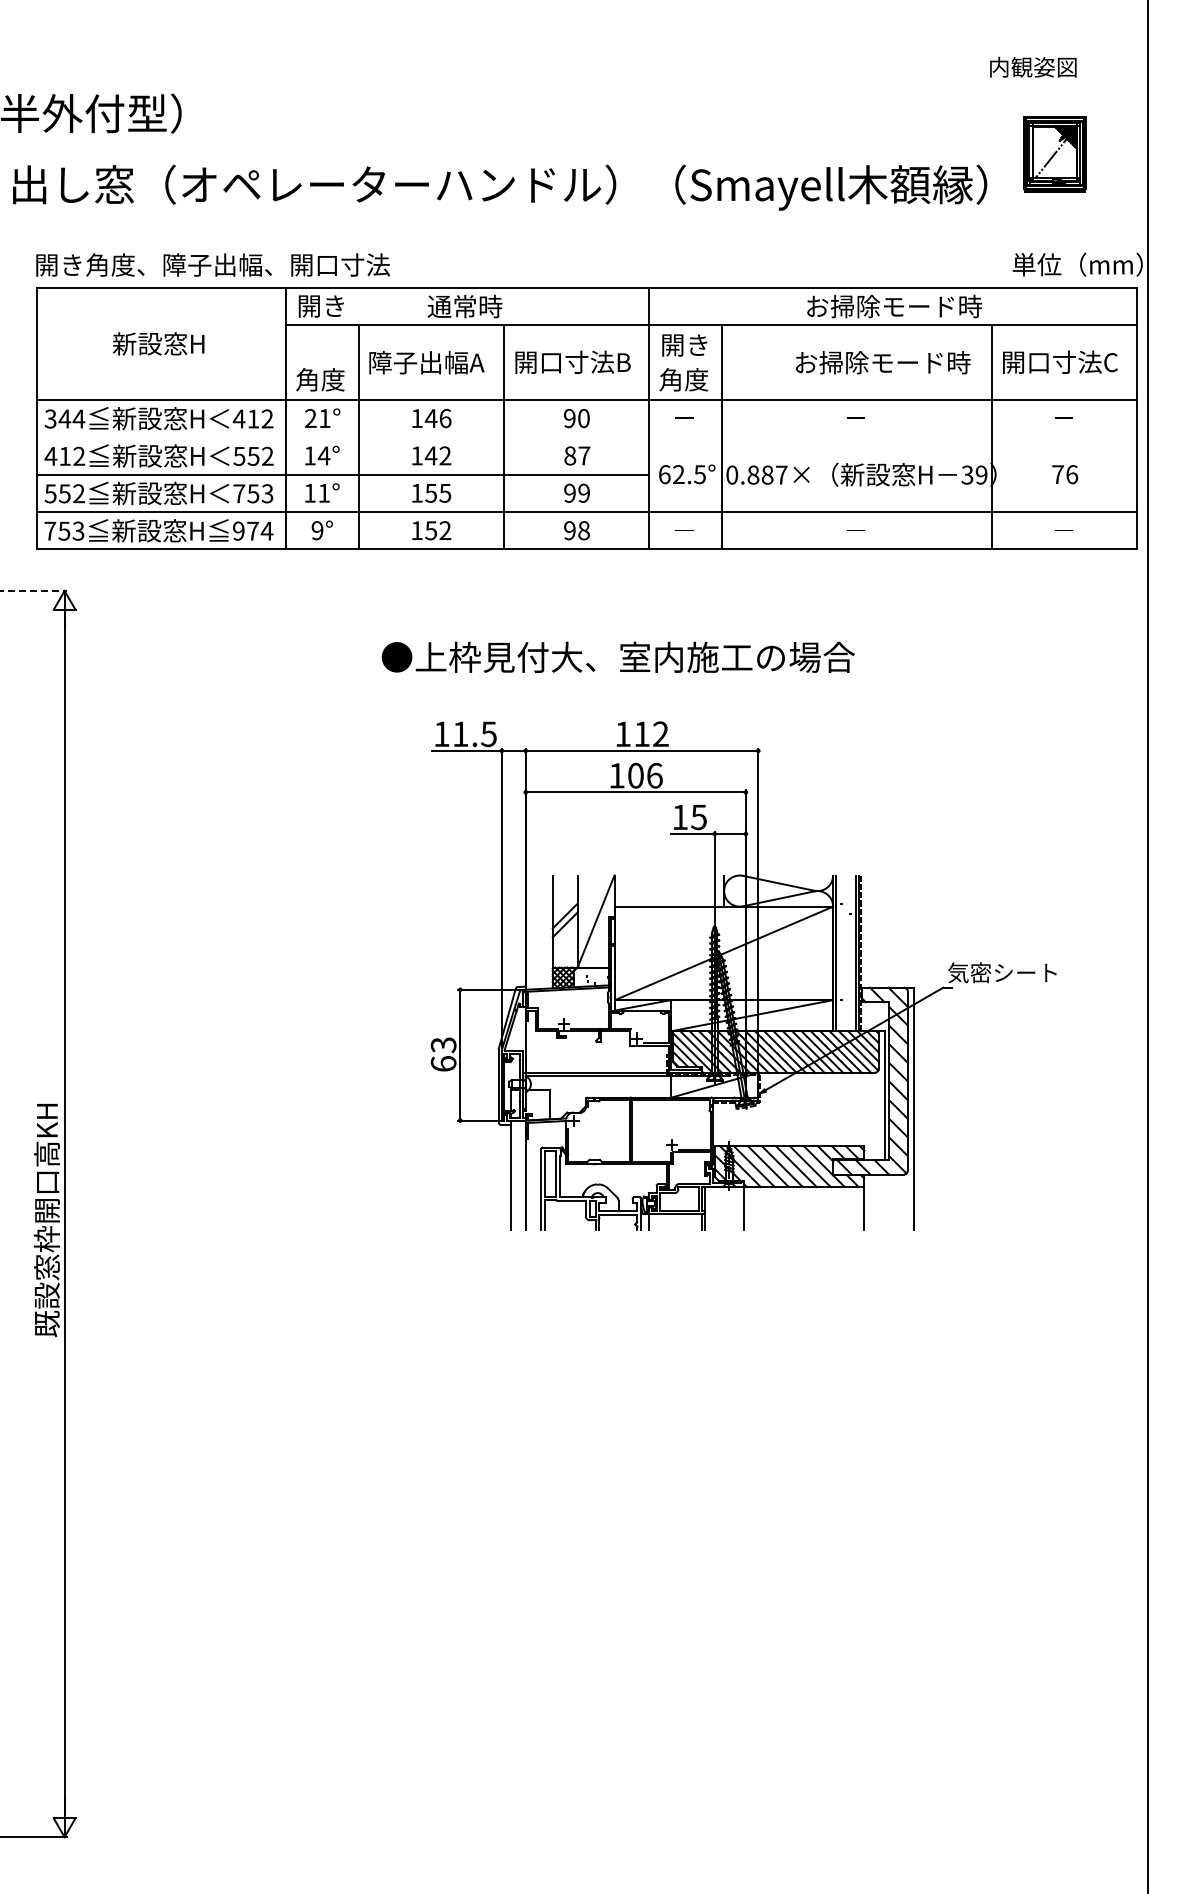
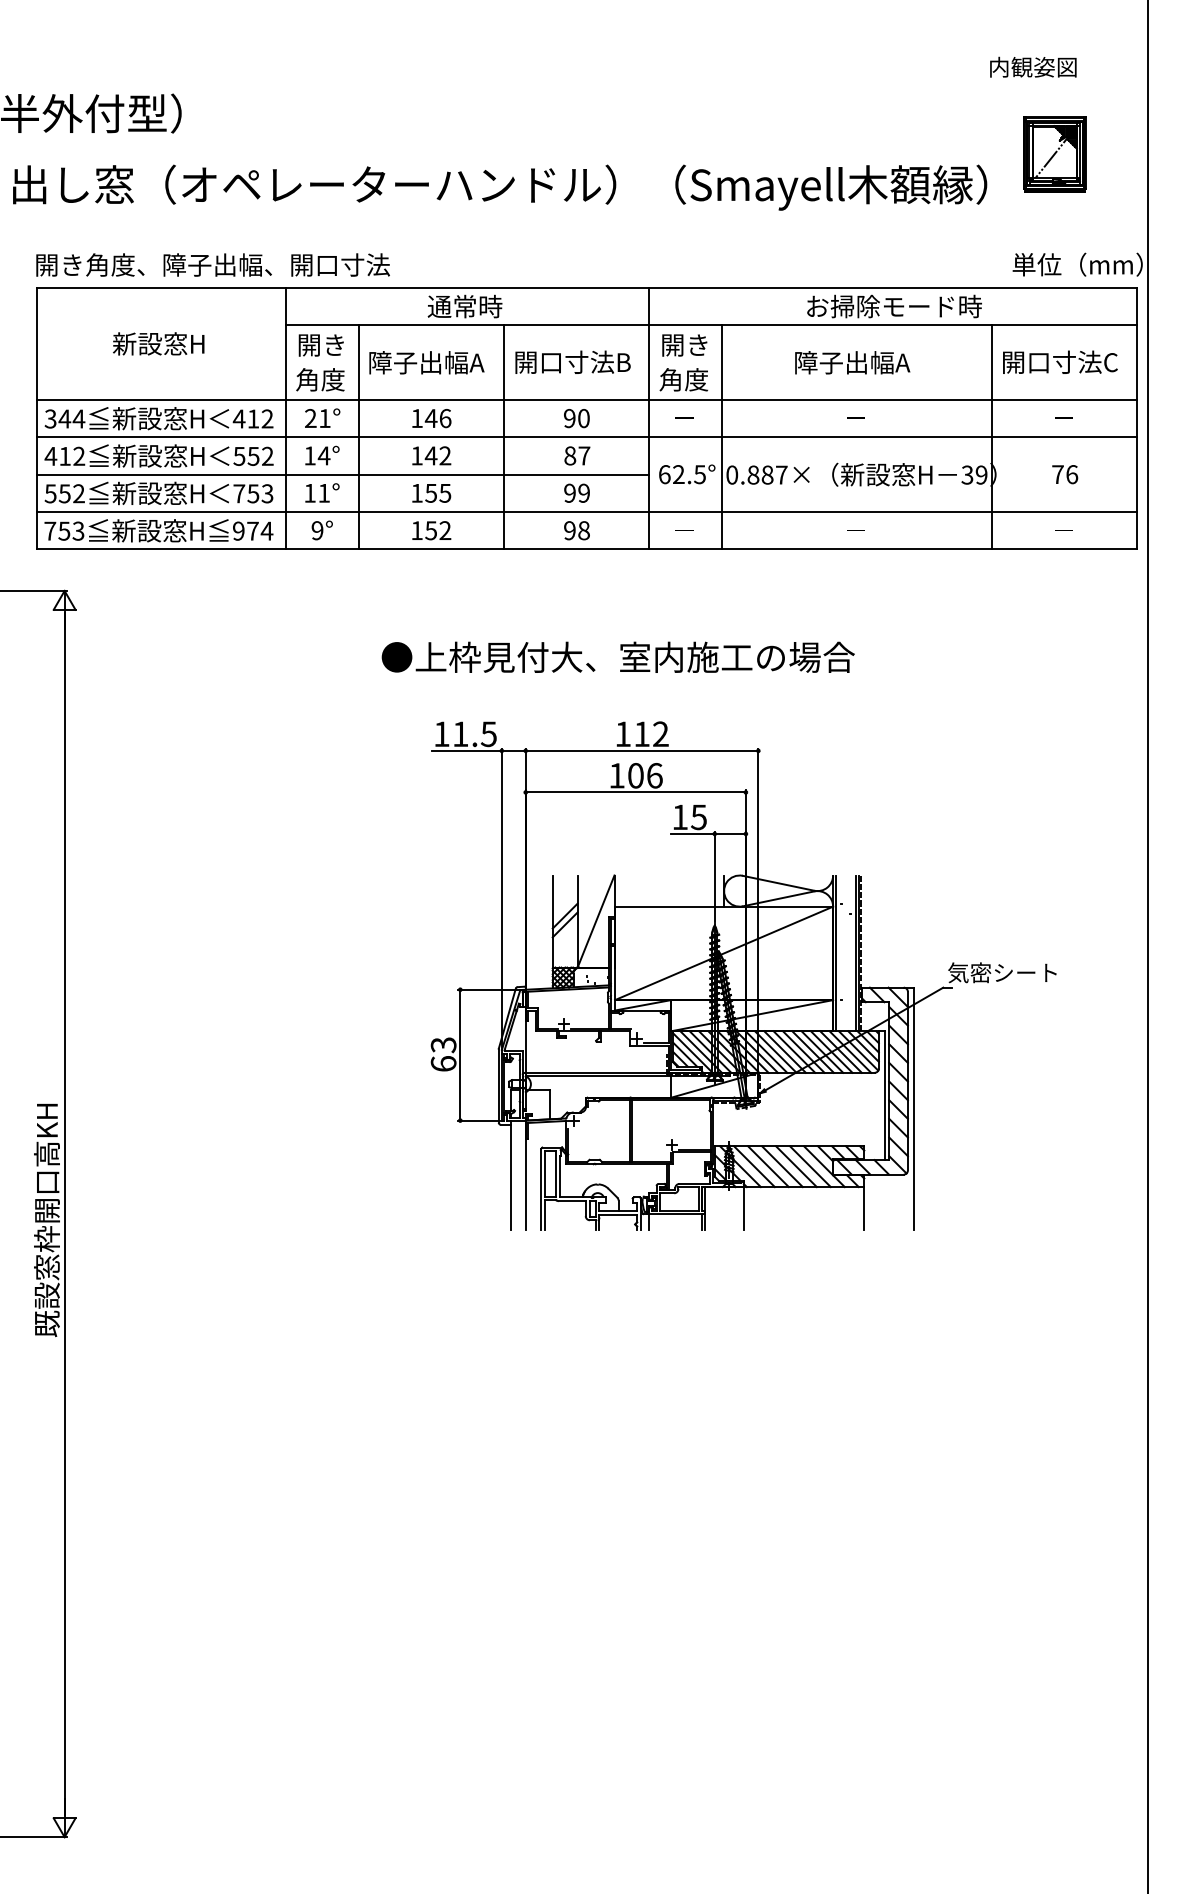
text at (320, 306) position: (320, 306) -> (320, 345)
text at (882, 362): お掃除モード時 -> 障子出幅A
line at (586, 437): none -> present
line at (33, 590): dashed -> solid
